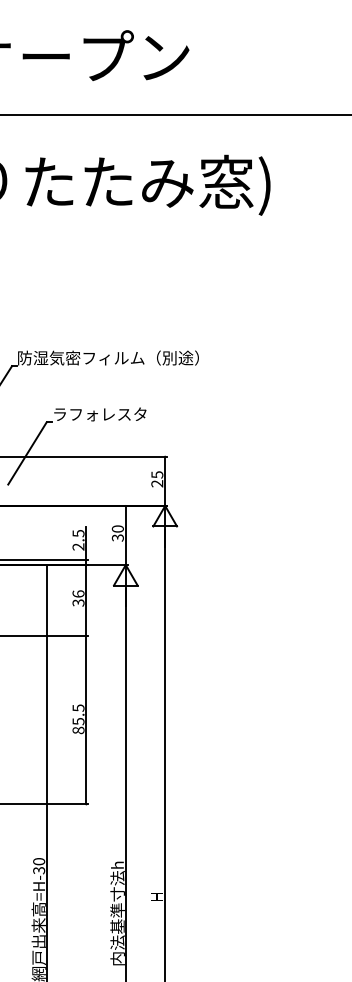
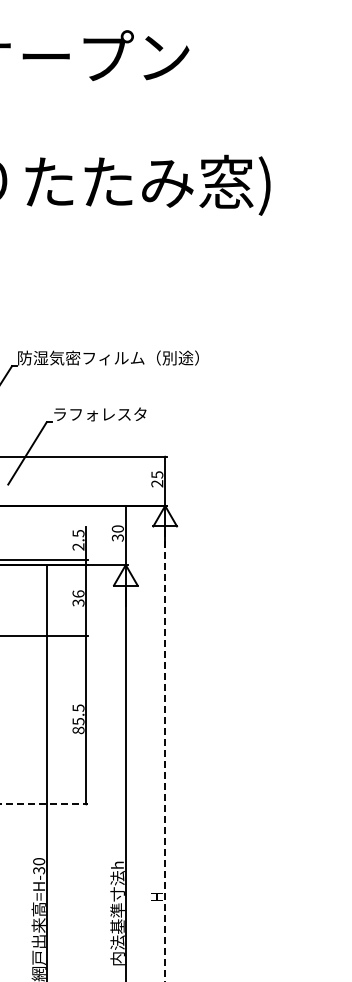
line at (175, 114): present -> none
line at (165, 755): solid -> dashed
line at (44, 804): solid -> dashed
